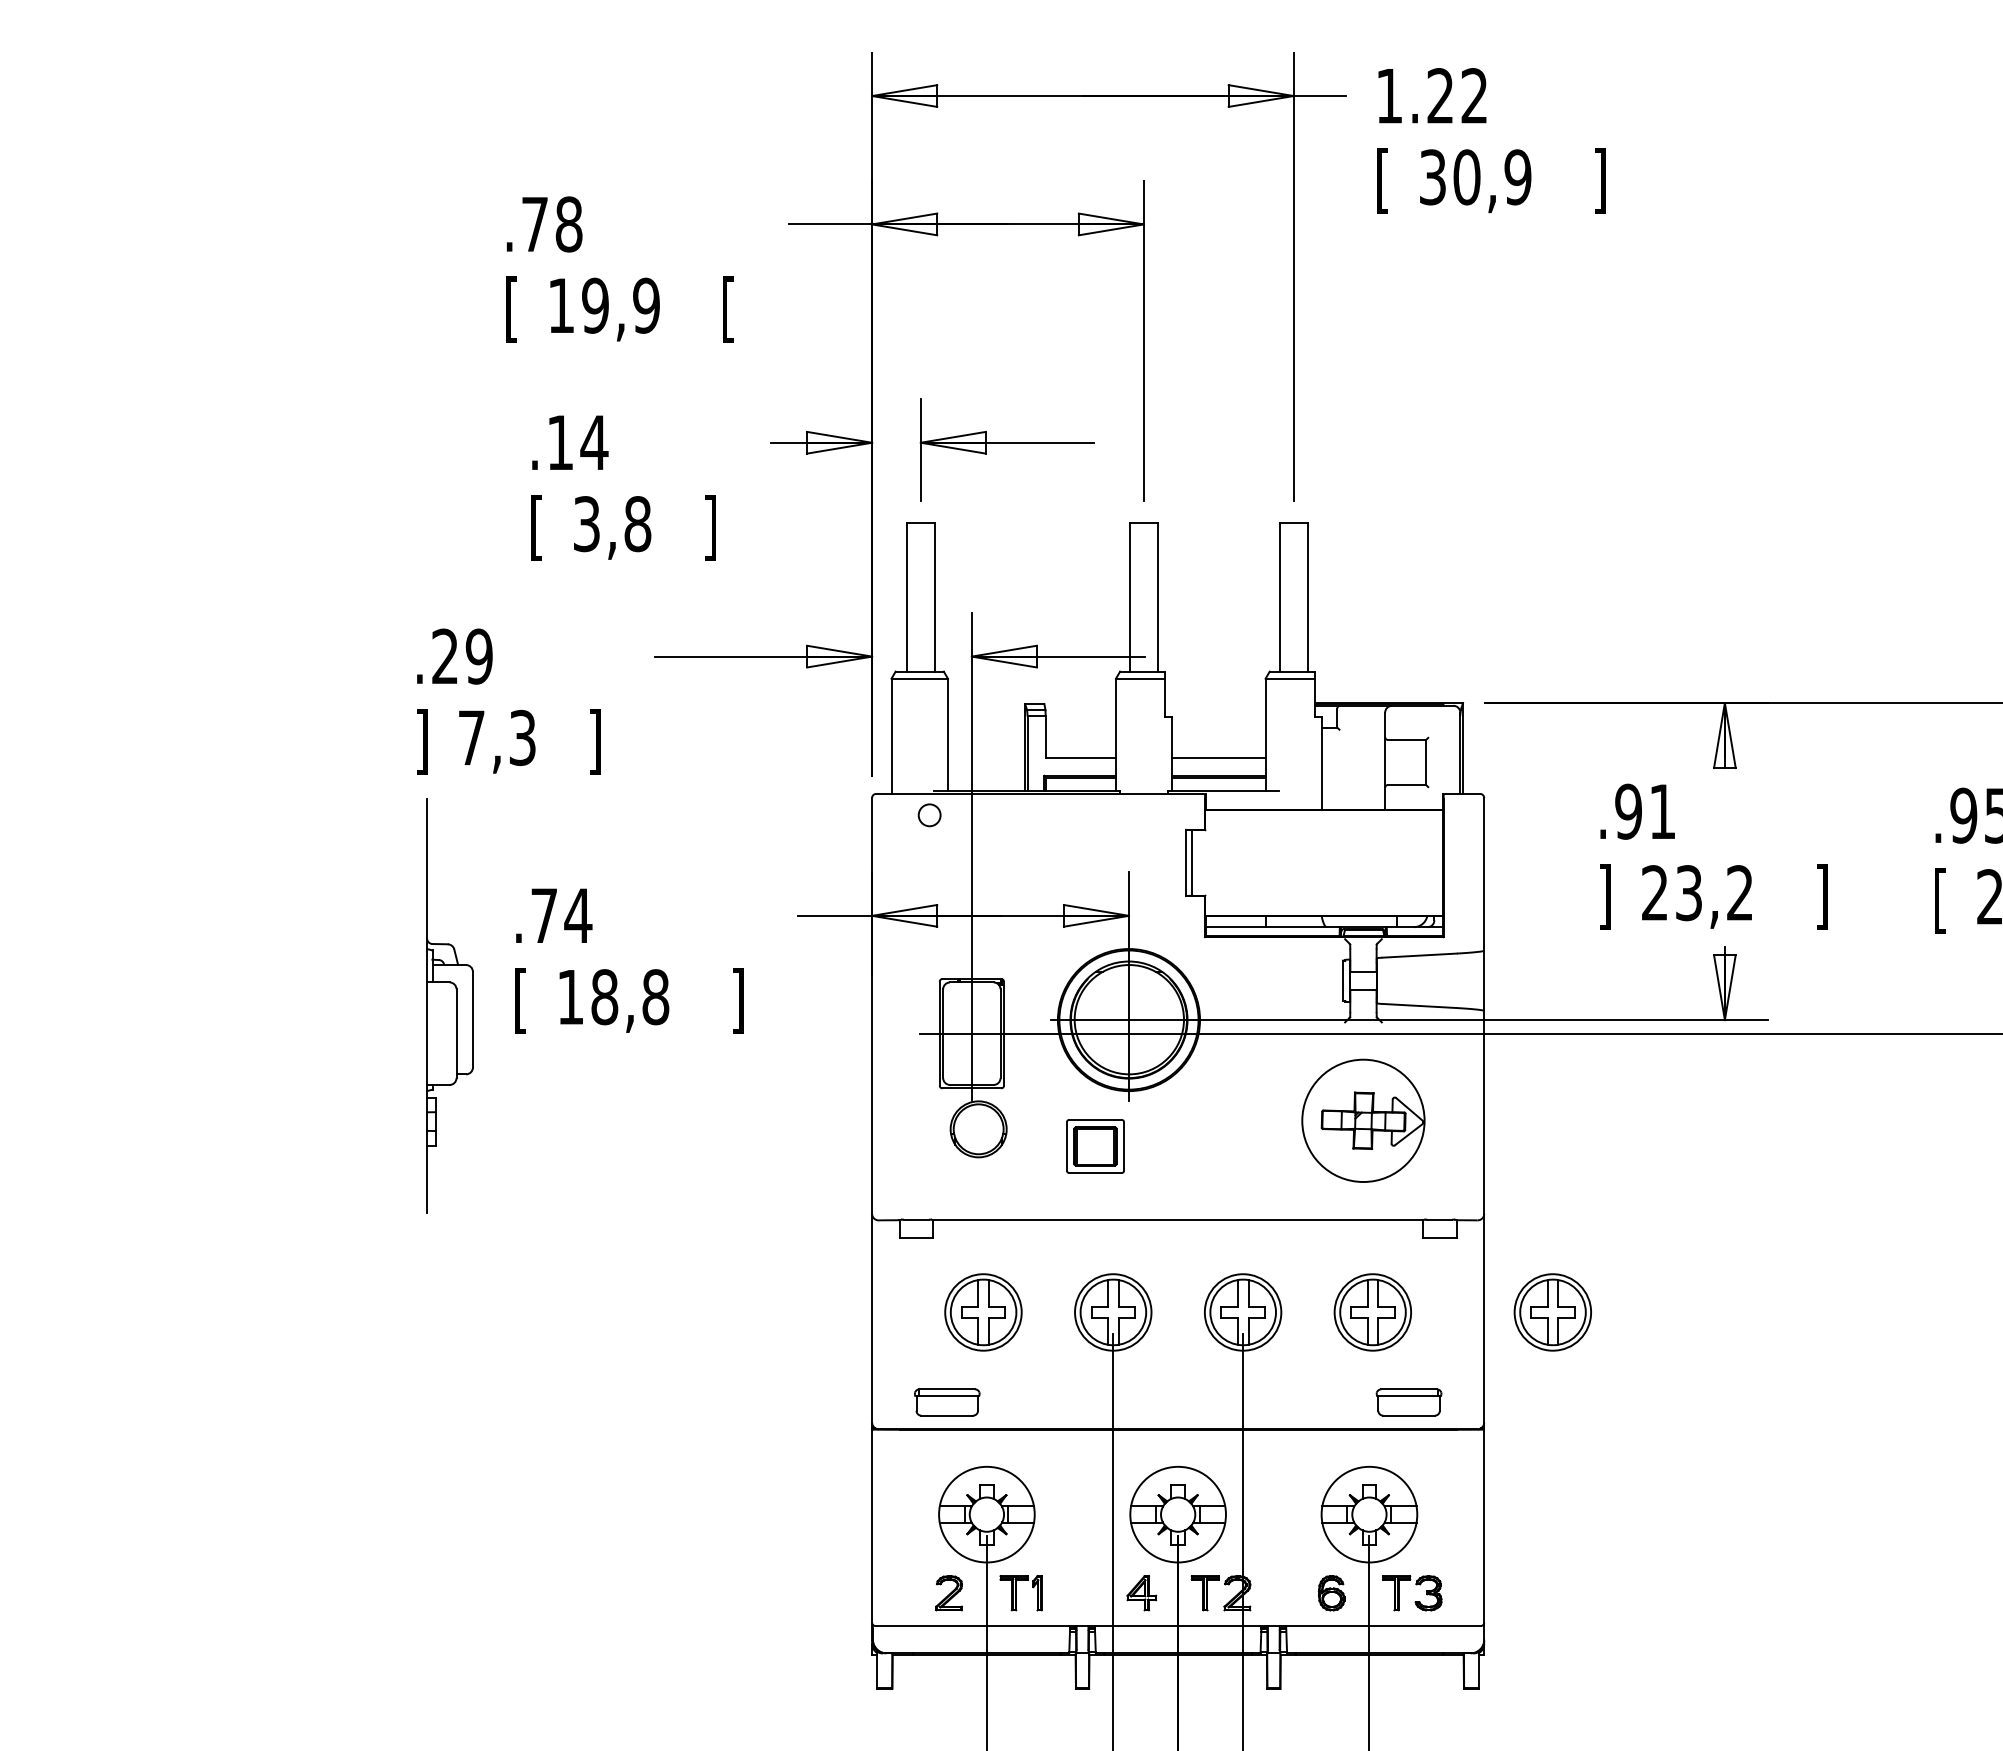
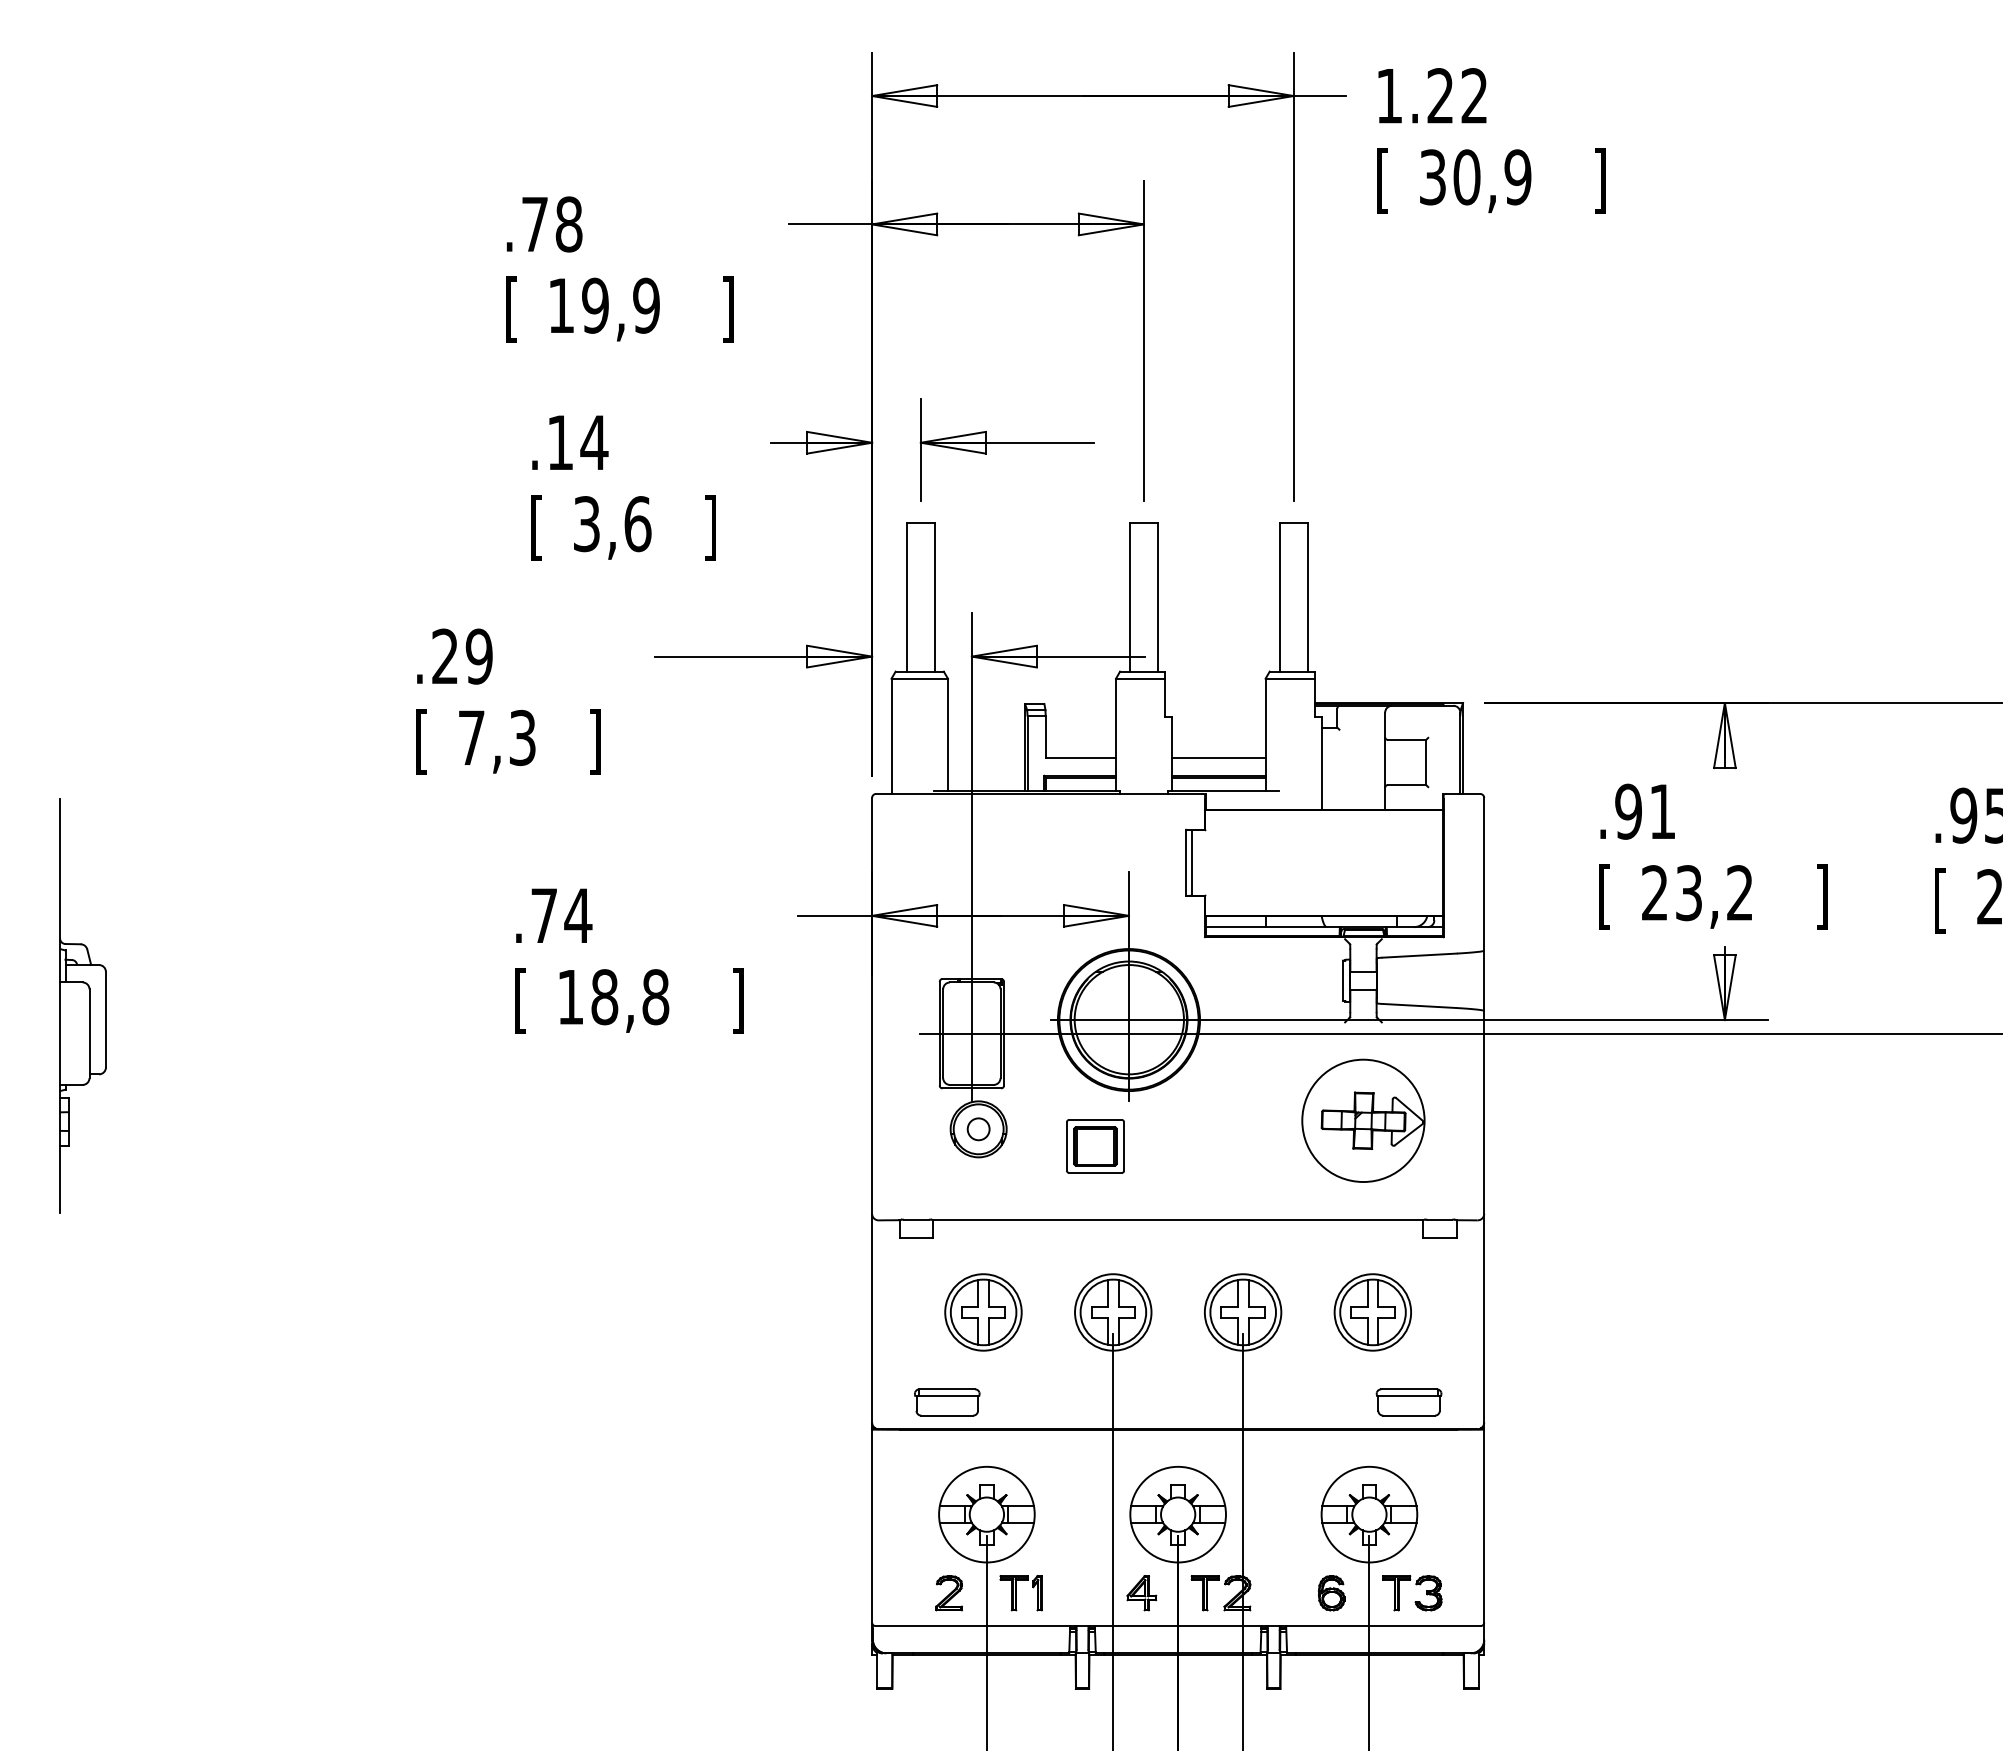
text at (728, 309): [ -> ]
text at (637, 524): 3,8 -> 3,6
text at (421, 741): ] -> [
circle at (929, 815) position: (929, 815) -> (978, 1129)
text at (1604, 896): ] -> [
part at (449, 1005) position: (449, 1005) -> (82, 1005)
part at (1552, 1312): present -> none
